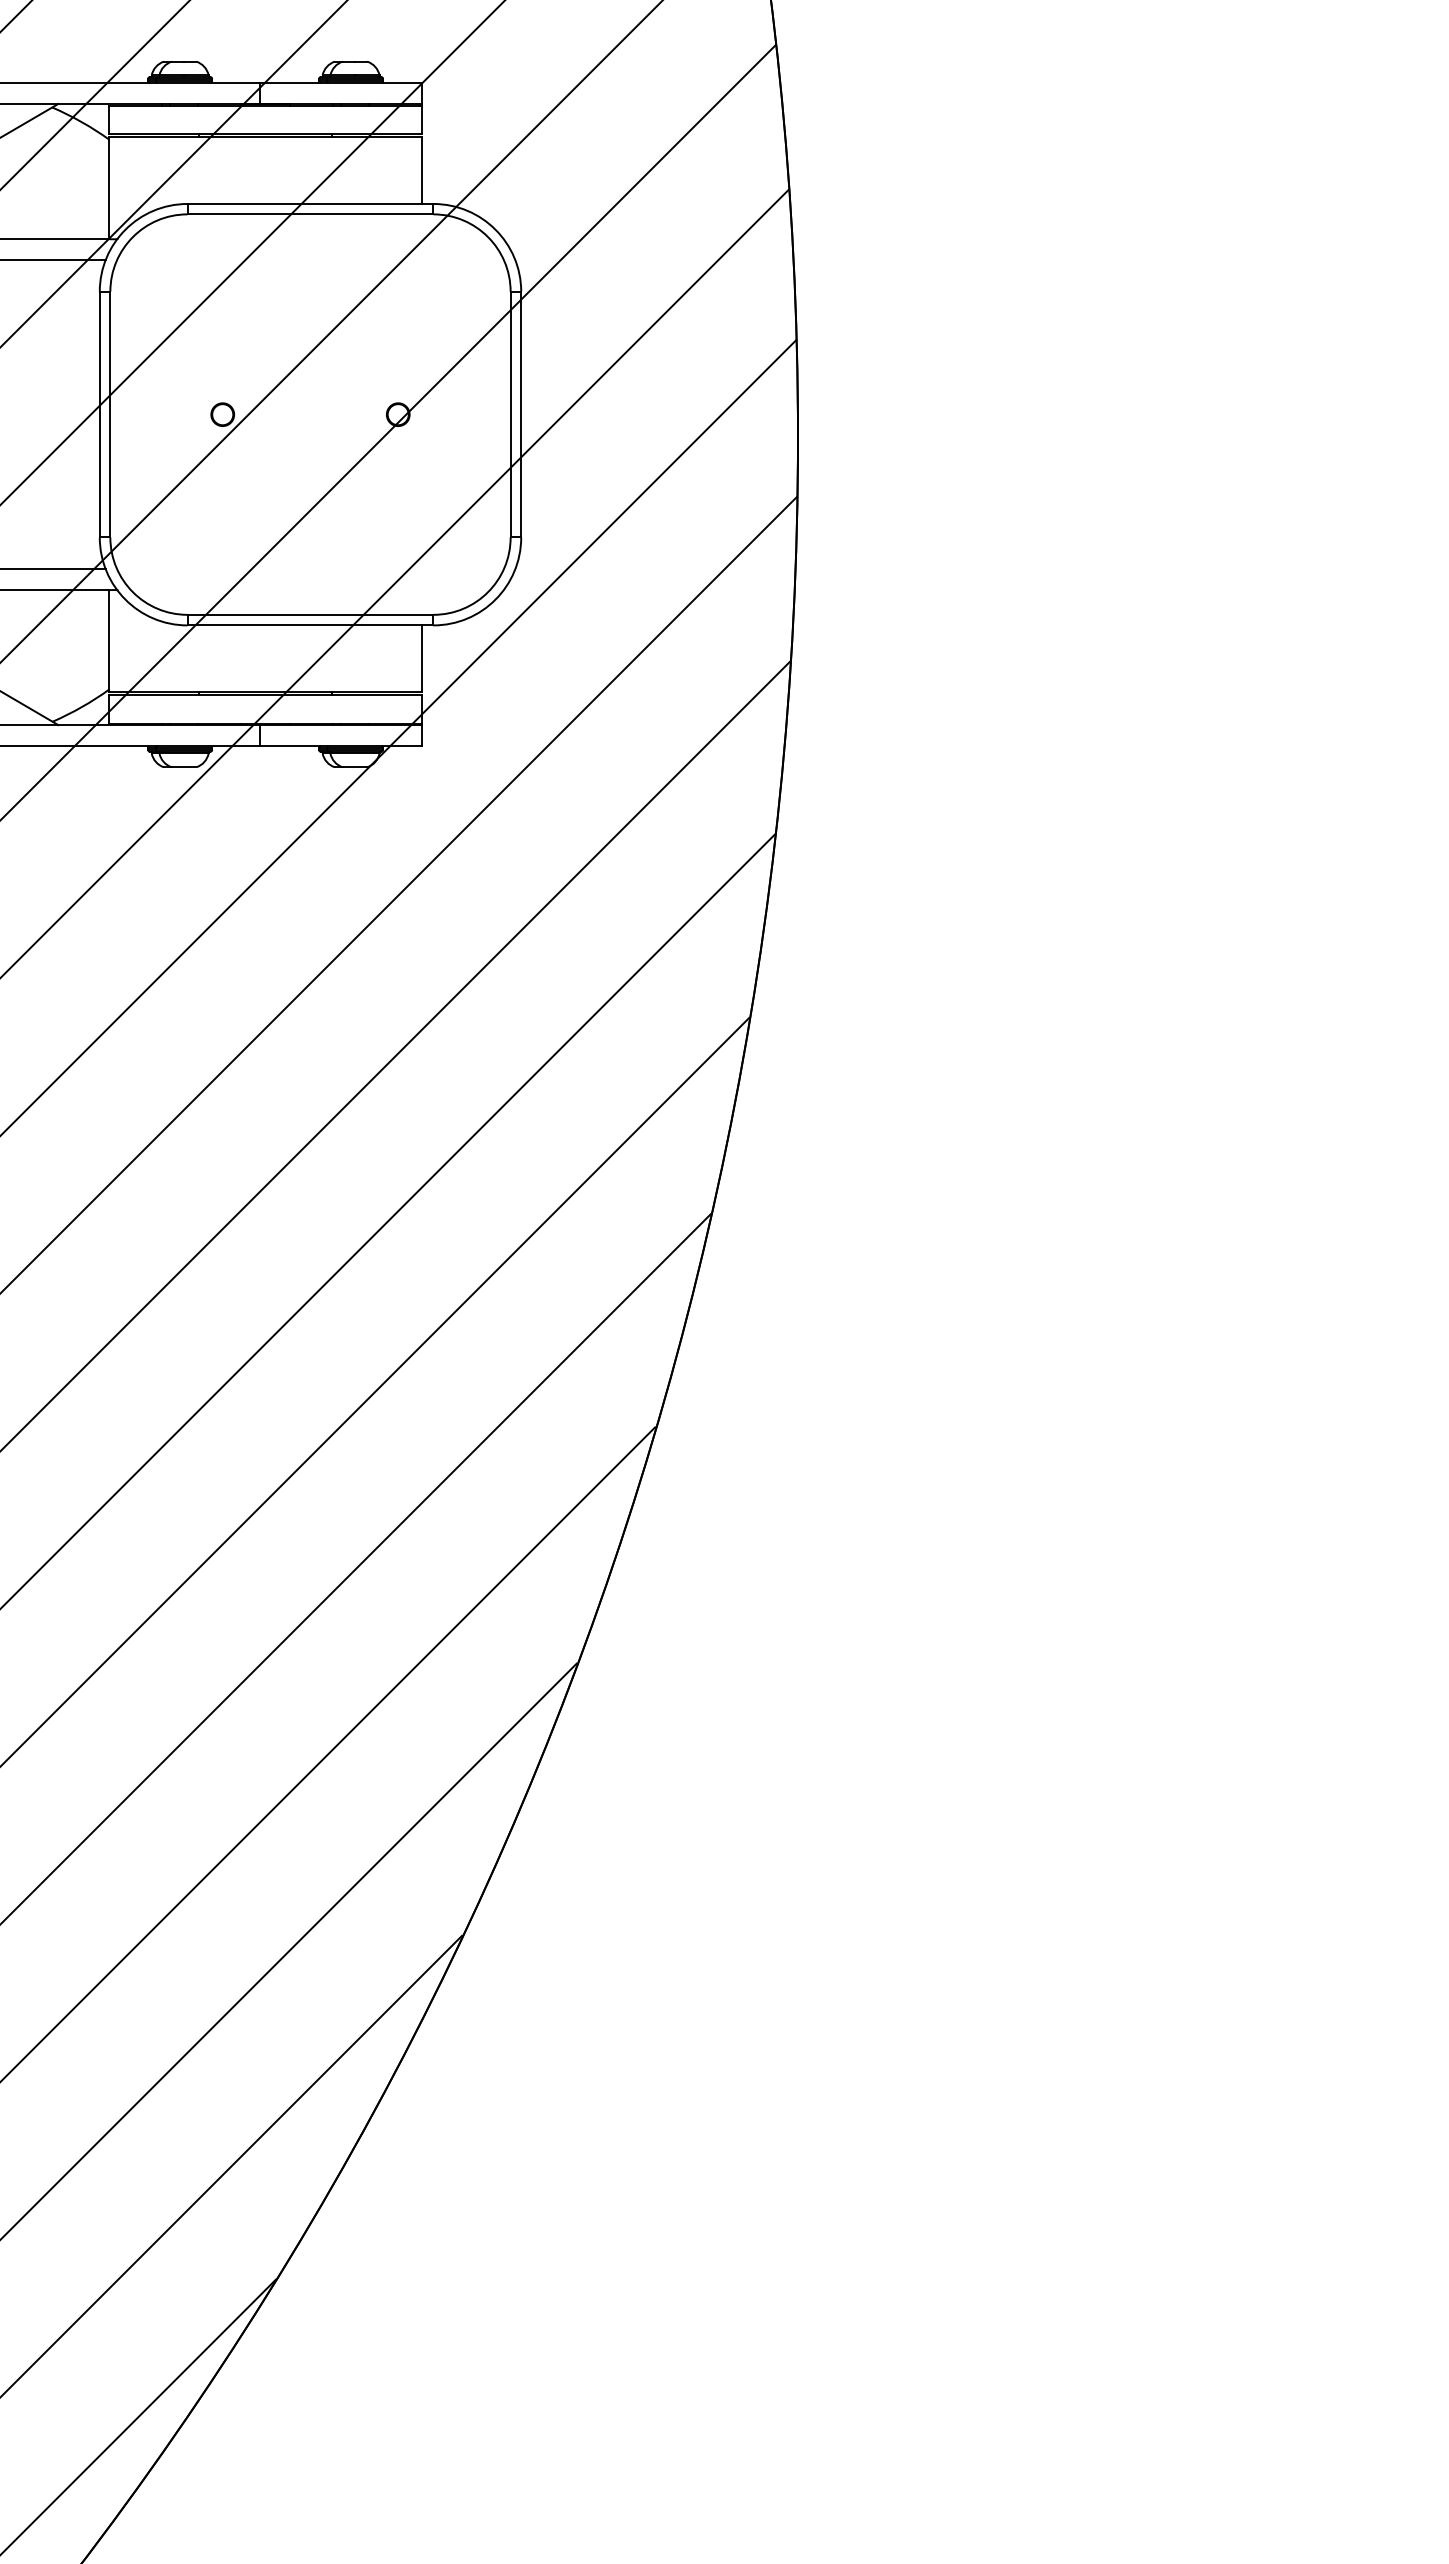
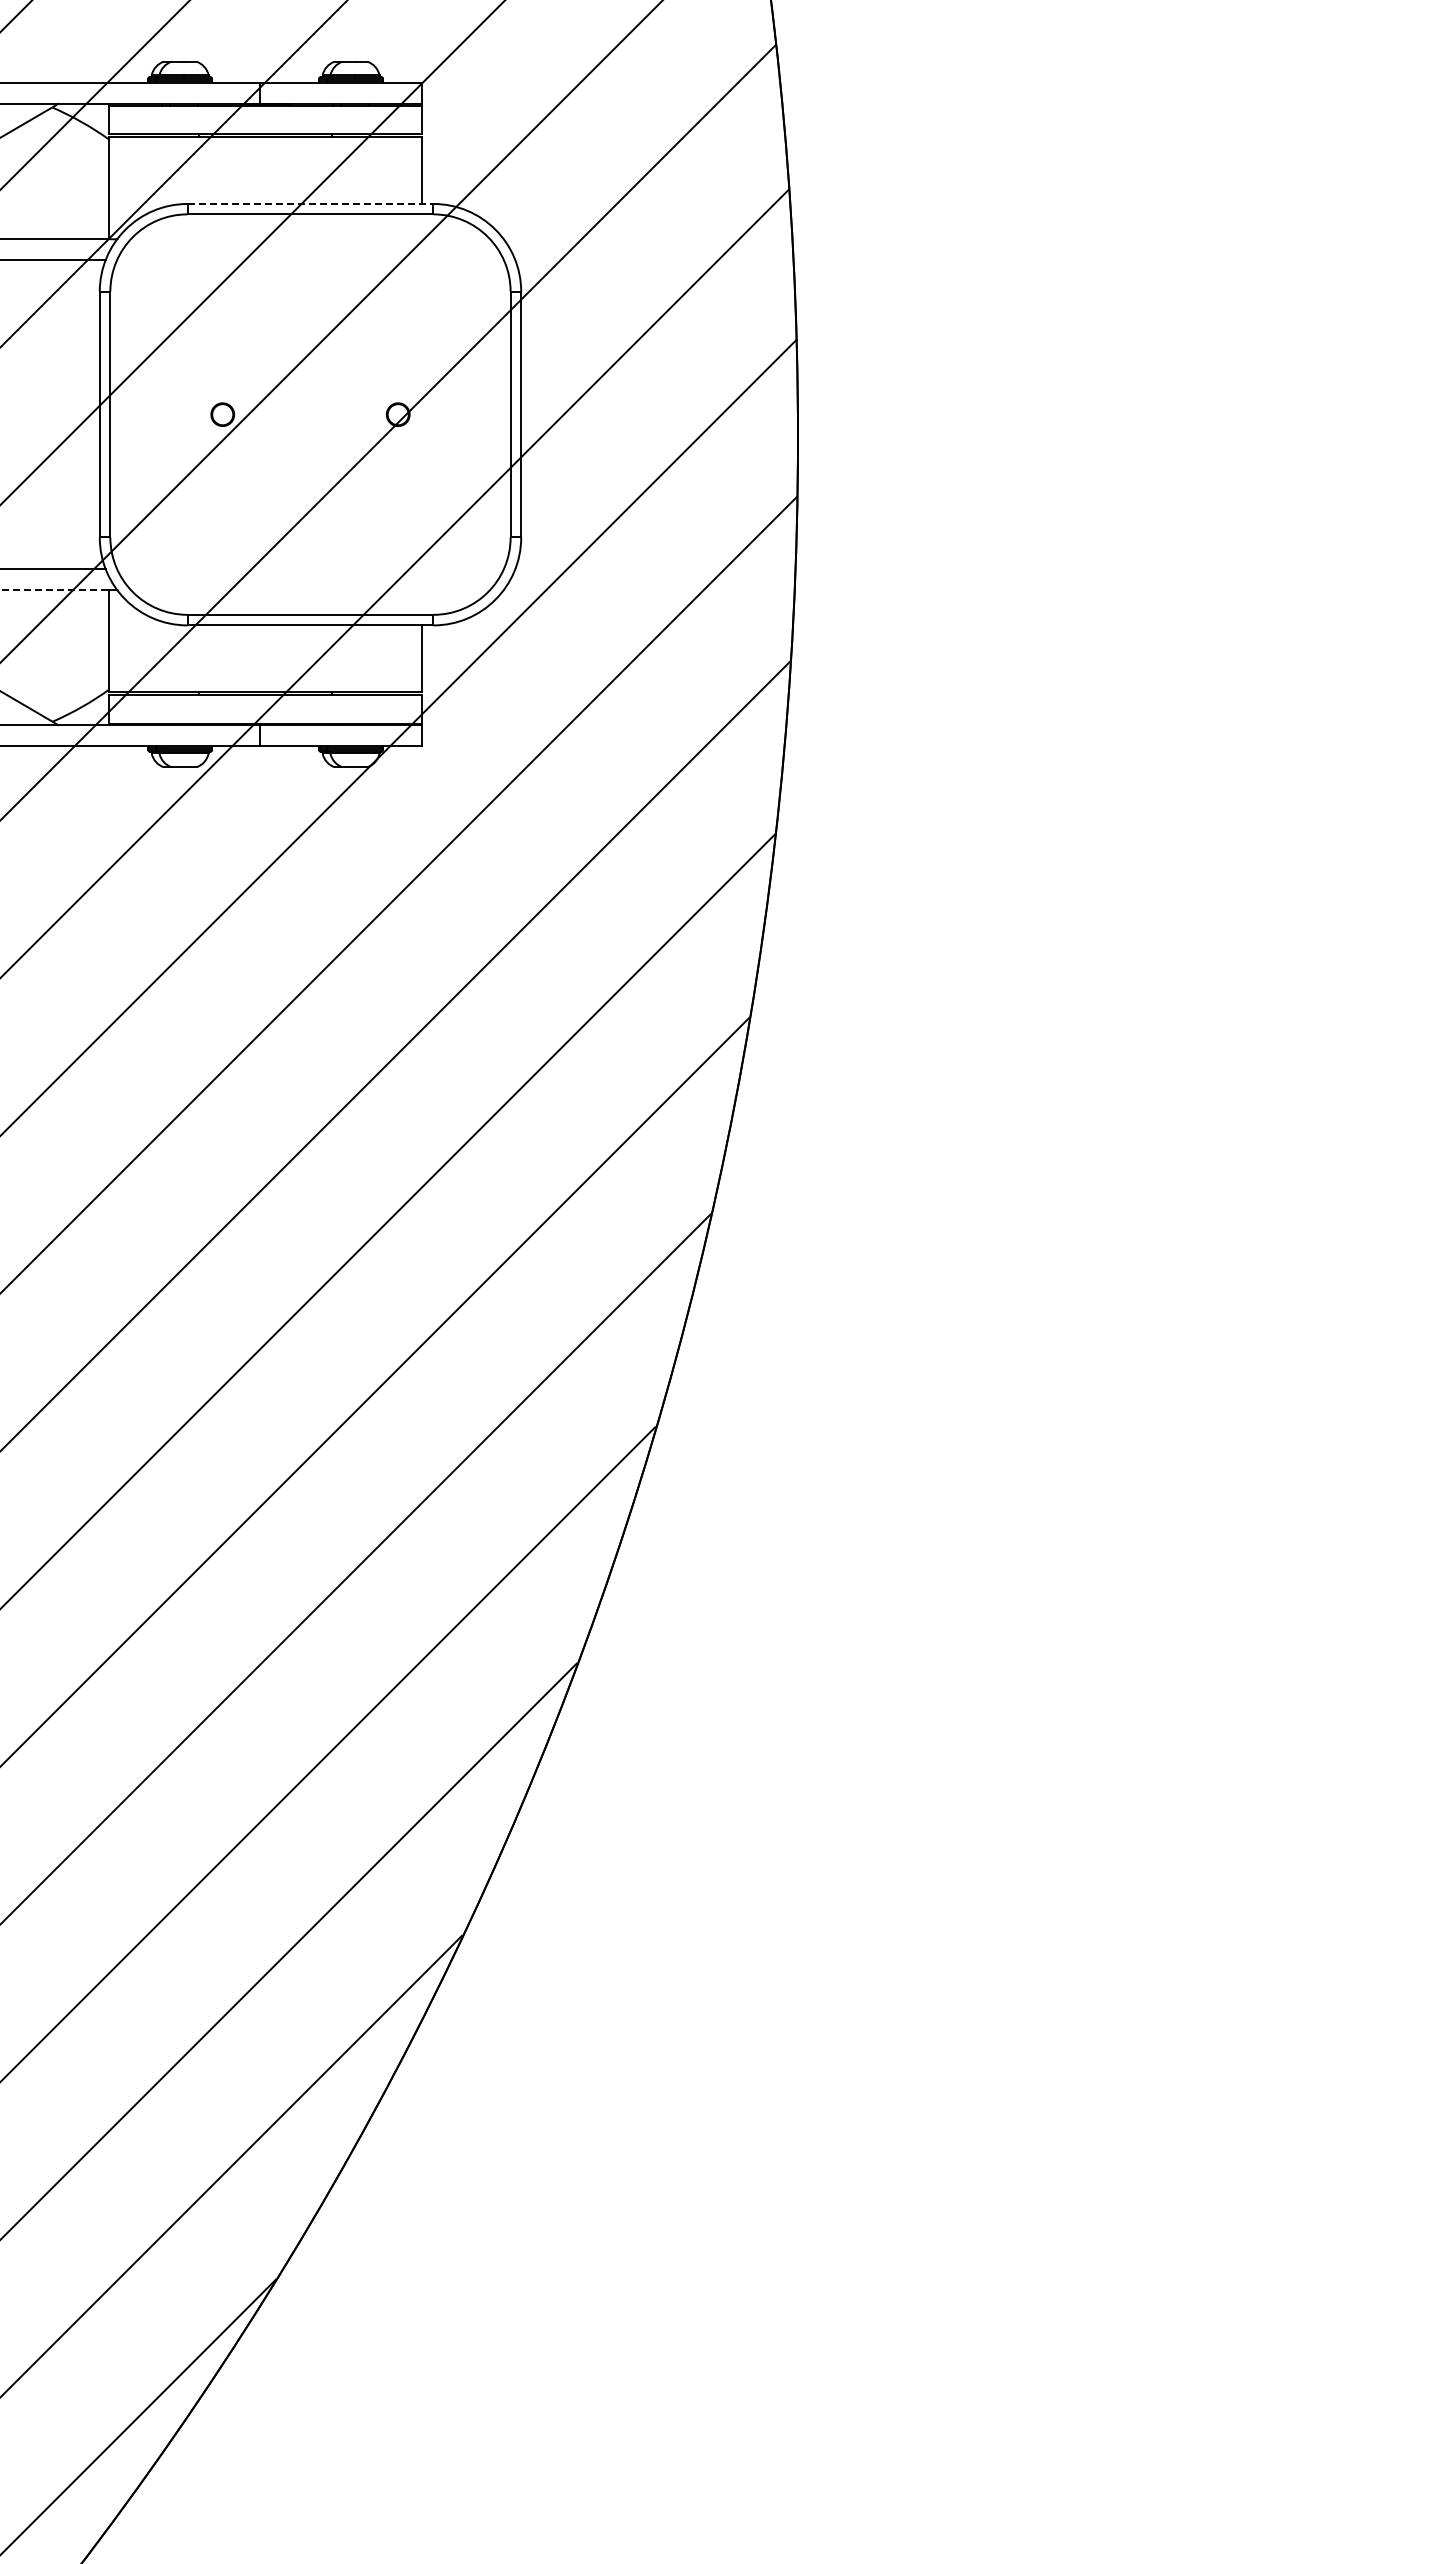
line at (310, 203): solid -> dashed
line at (54, 590): solid -> dashed
